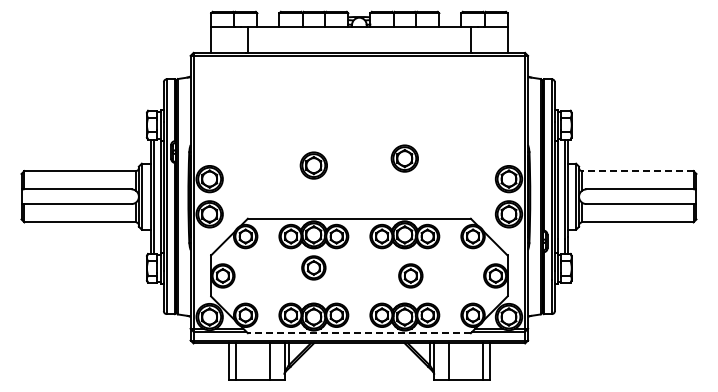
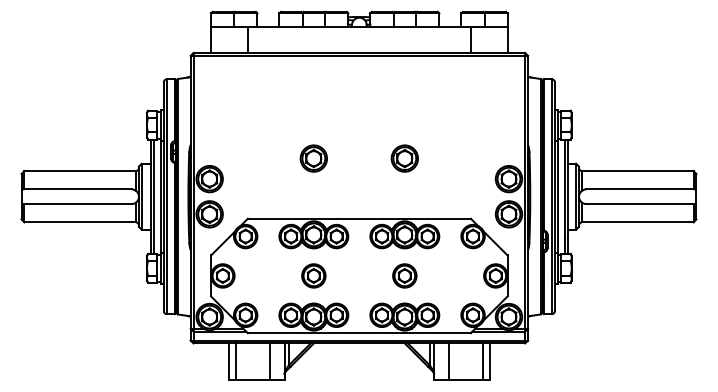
part at (313, 165) position: (313, 165) -> (313, 158)
line at (637, 171): dashed -> solid
part at (313, 267) position: (313, 267) -> (313, 275)
part at (410, 275) position: (410, 275) -> (404, 275)
line at (359, 333): dashed -> solid
